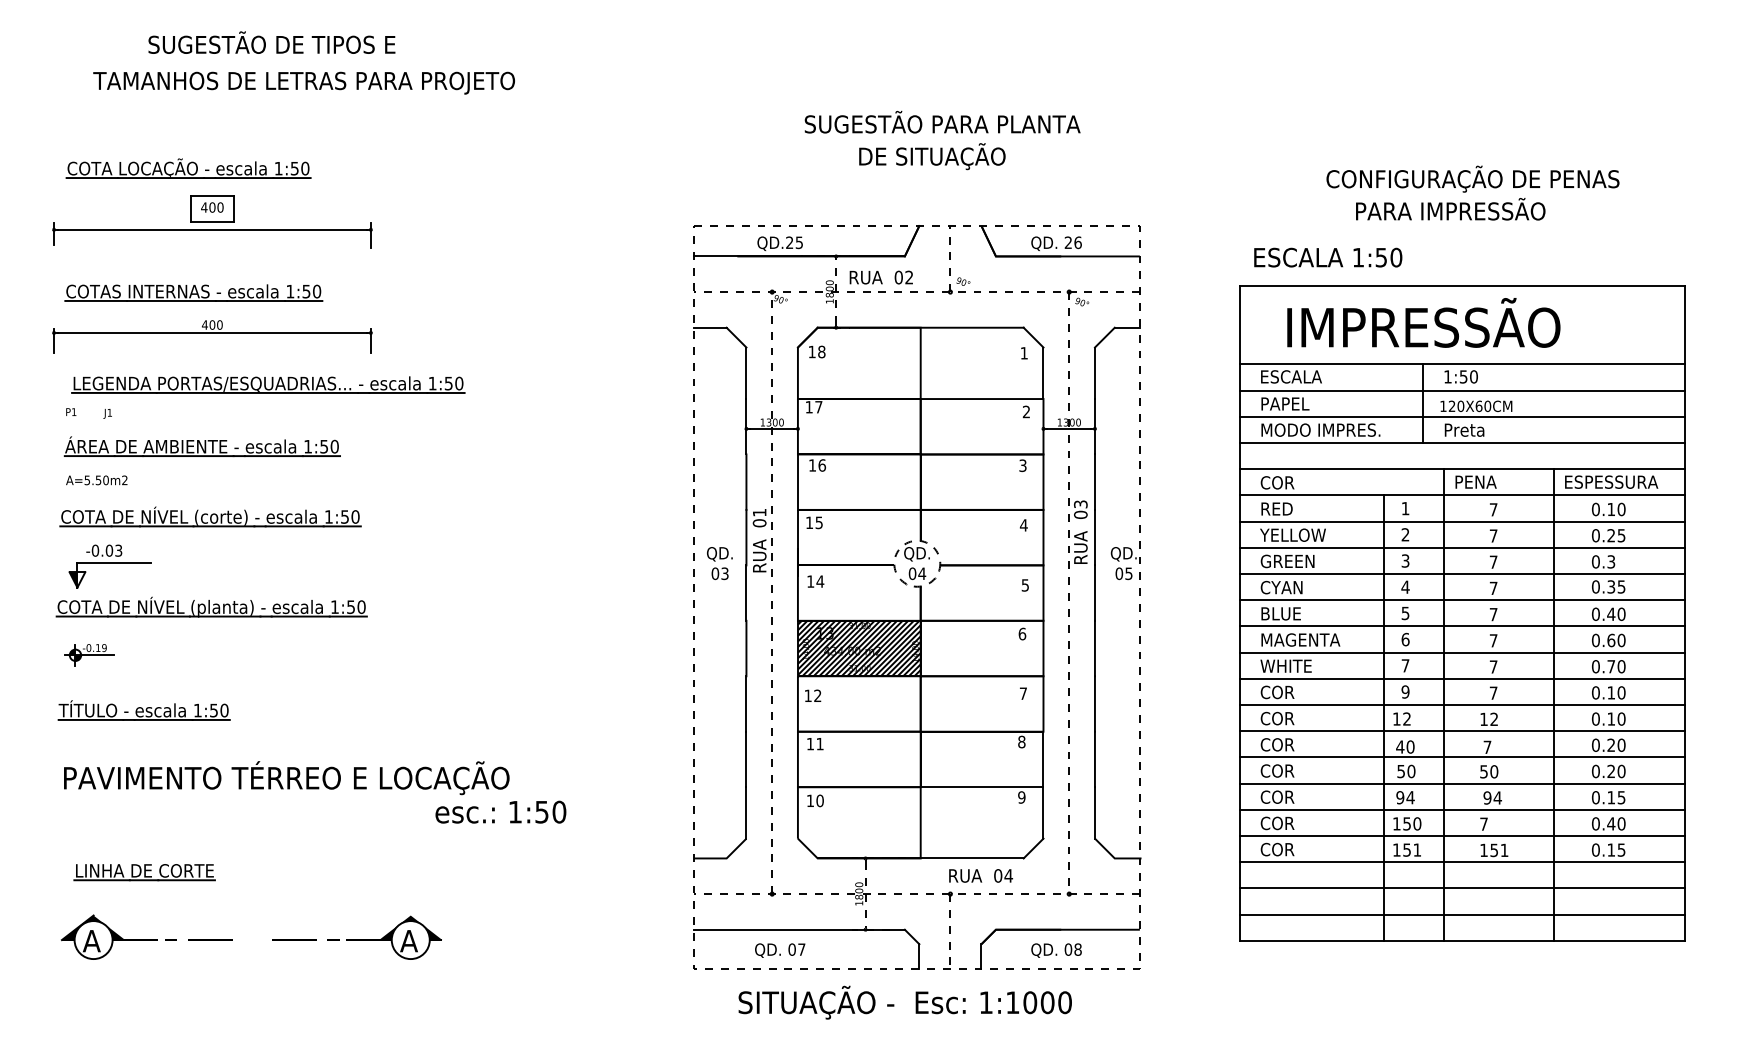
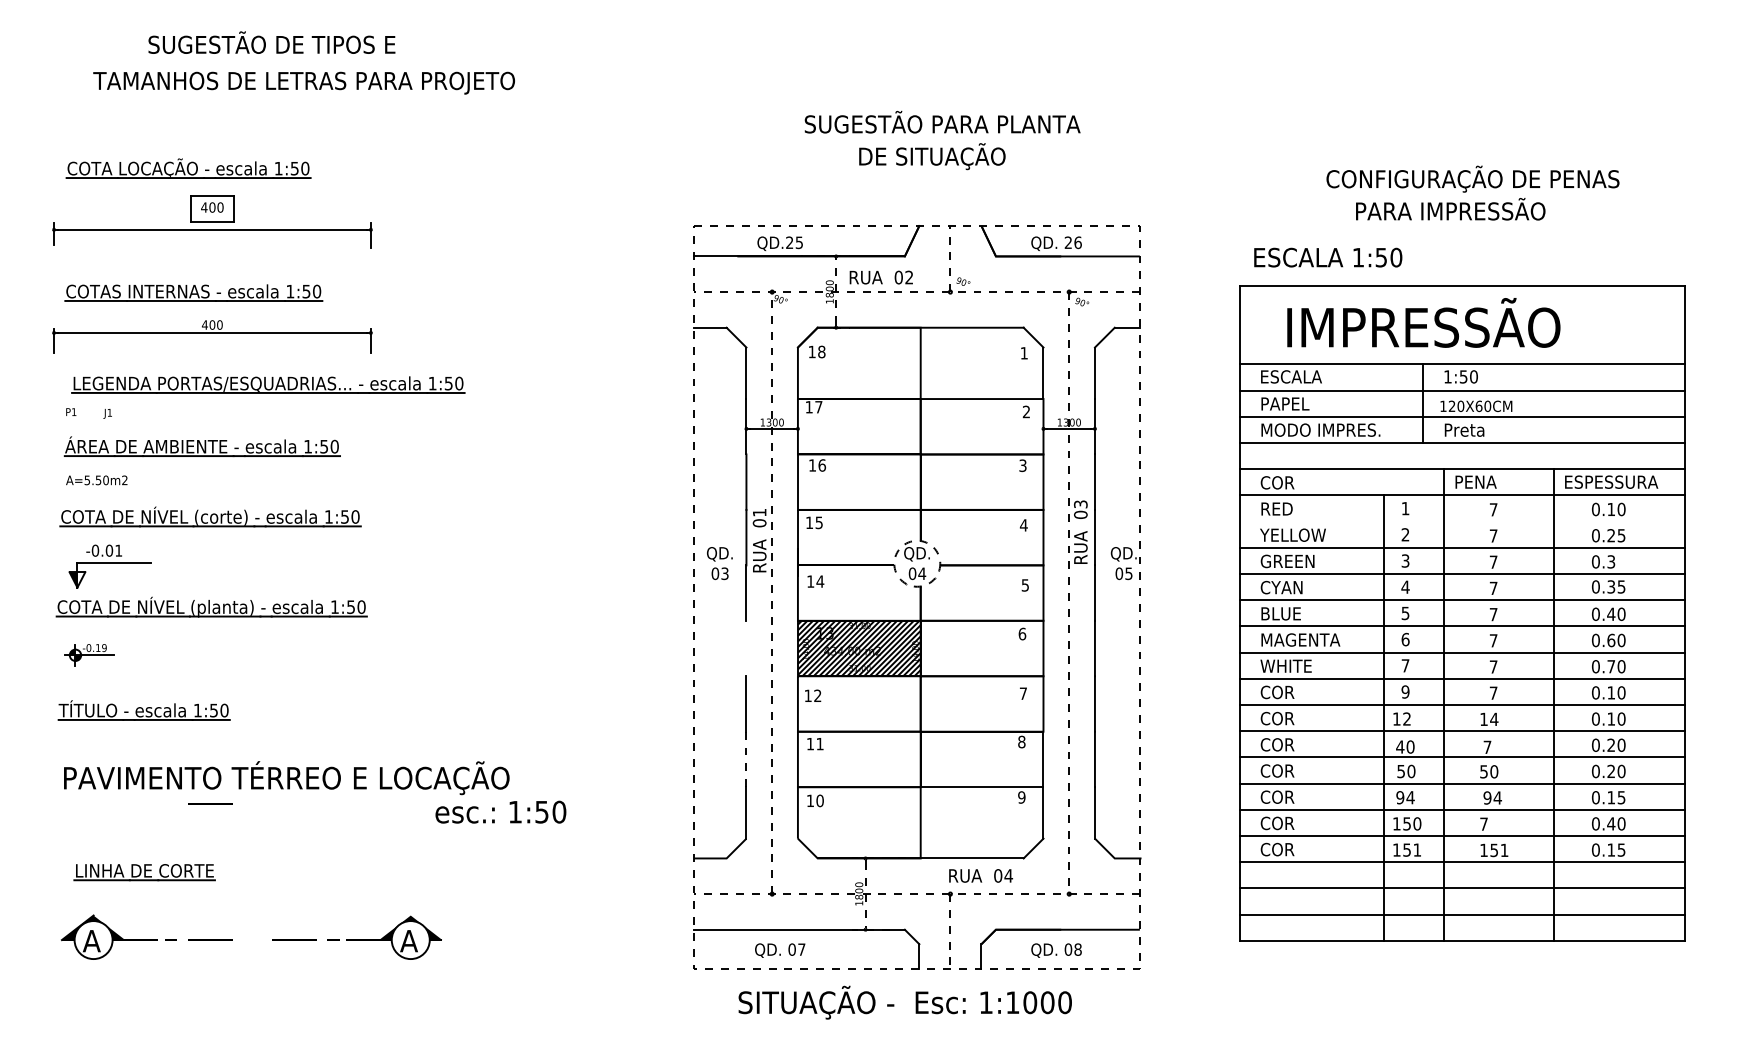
line at (1461, 521): present -> none
text at (118, 550): -0.03 -> -0.01
line at (746, 648): present -> none
text at (1494, 718): 12 -> 14
line at (746, 759): solid -> dashed
line at (210, 803): none -> present
